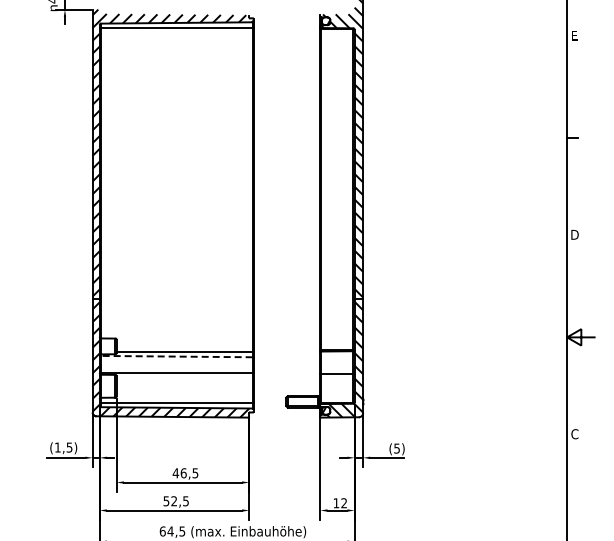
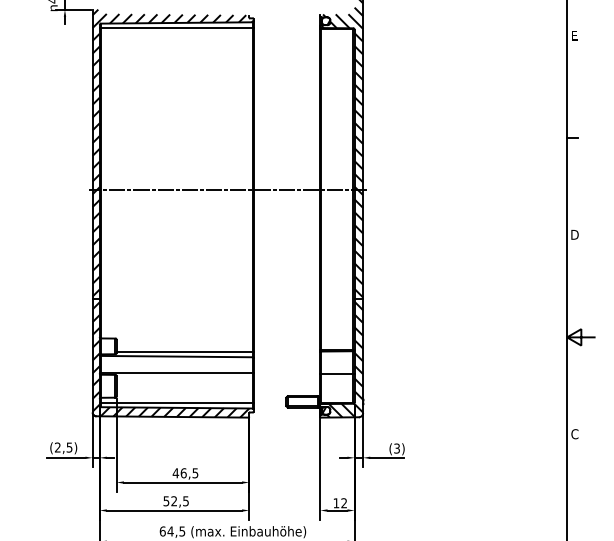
line at (228, 189): none -> present
line at (176, 356): dashed -> solid
text at (57, 447): (1,5) -> (2,5)
text at (396, 447): (5) -> (3)
